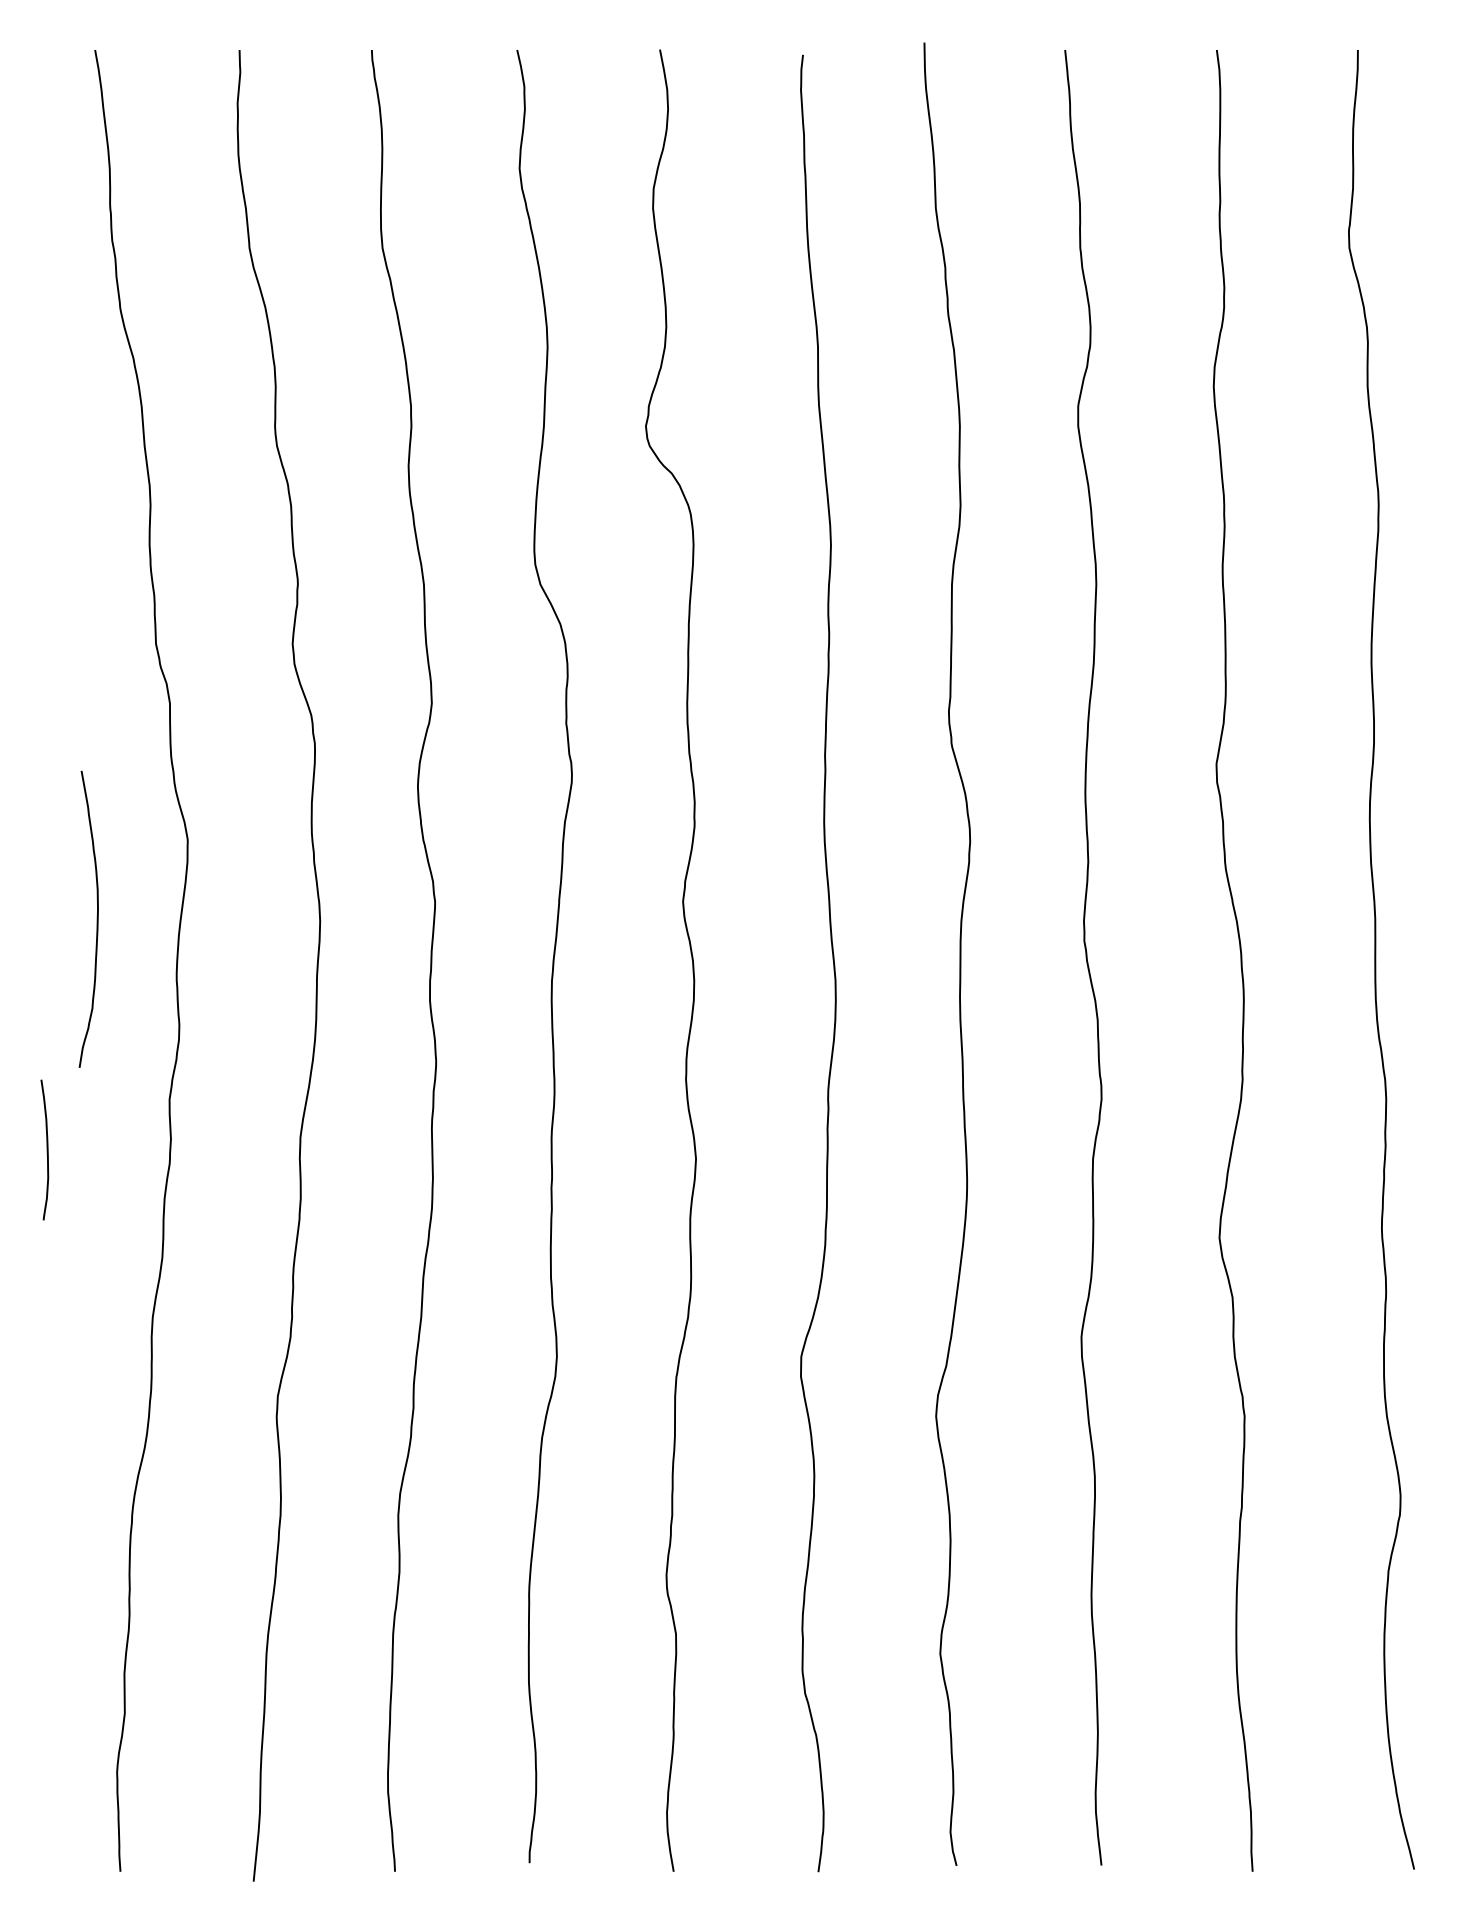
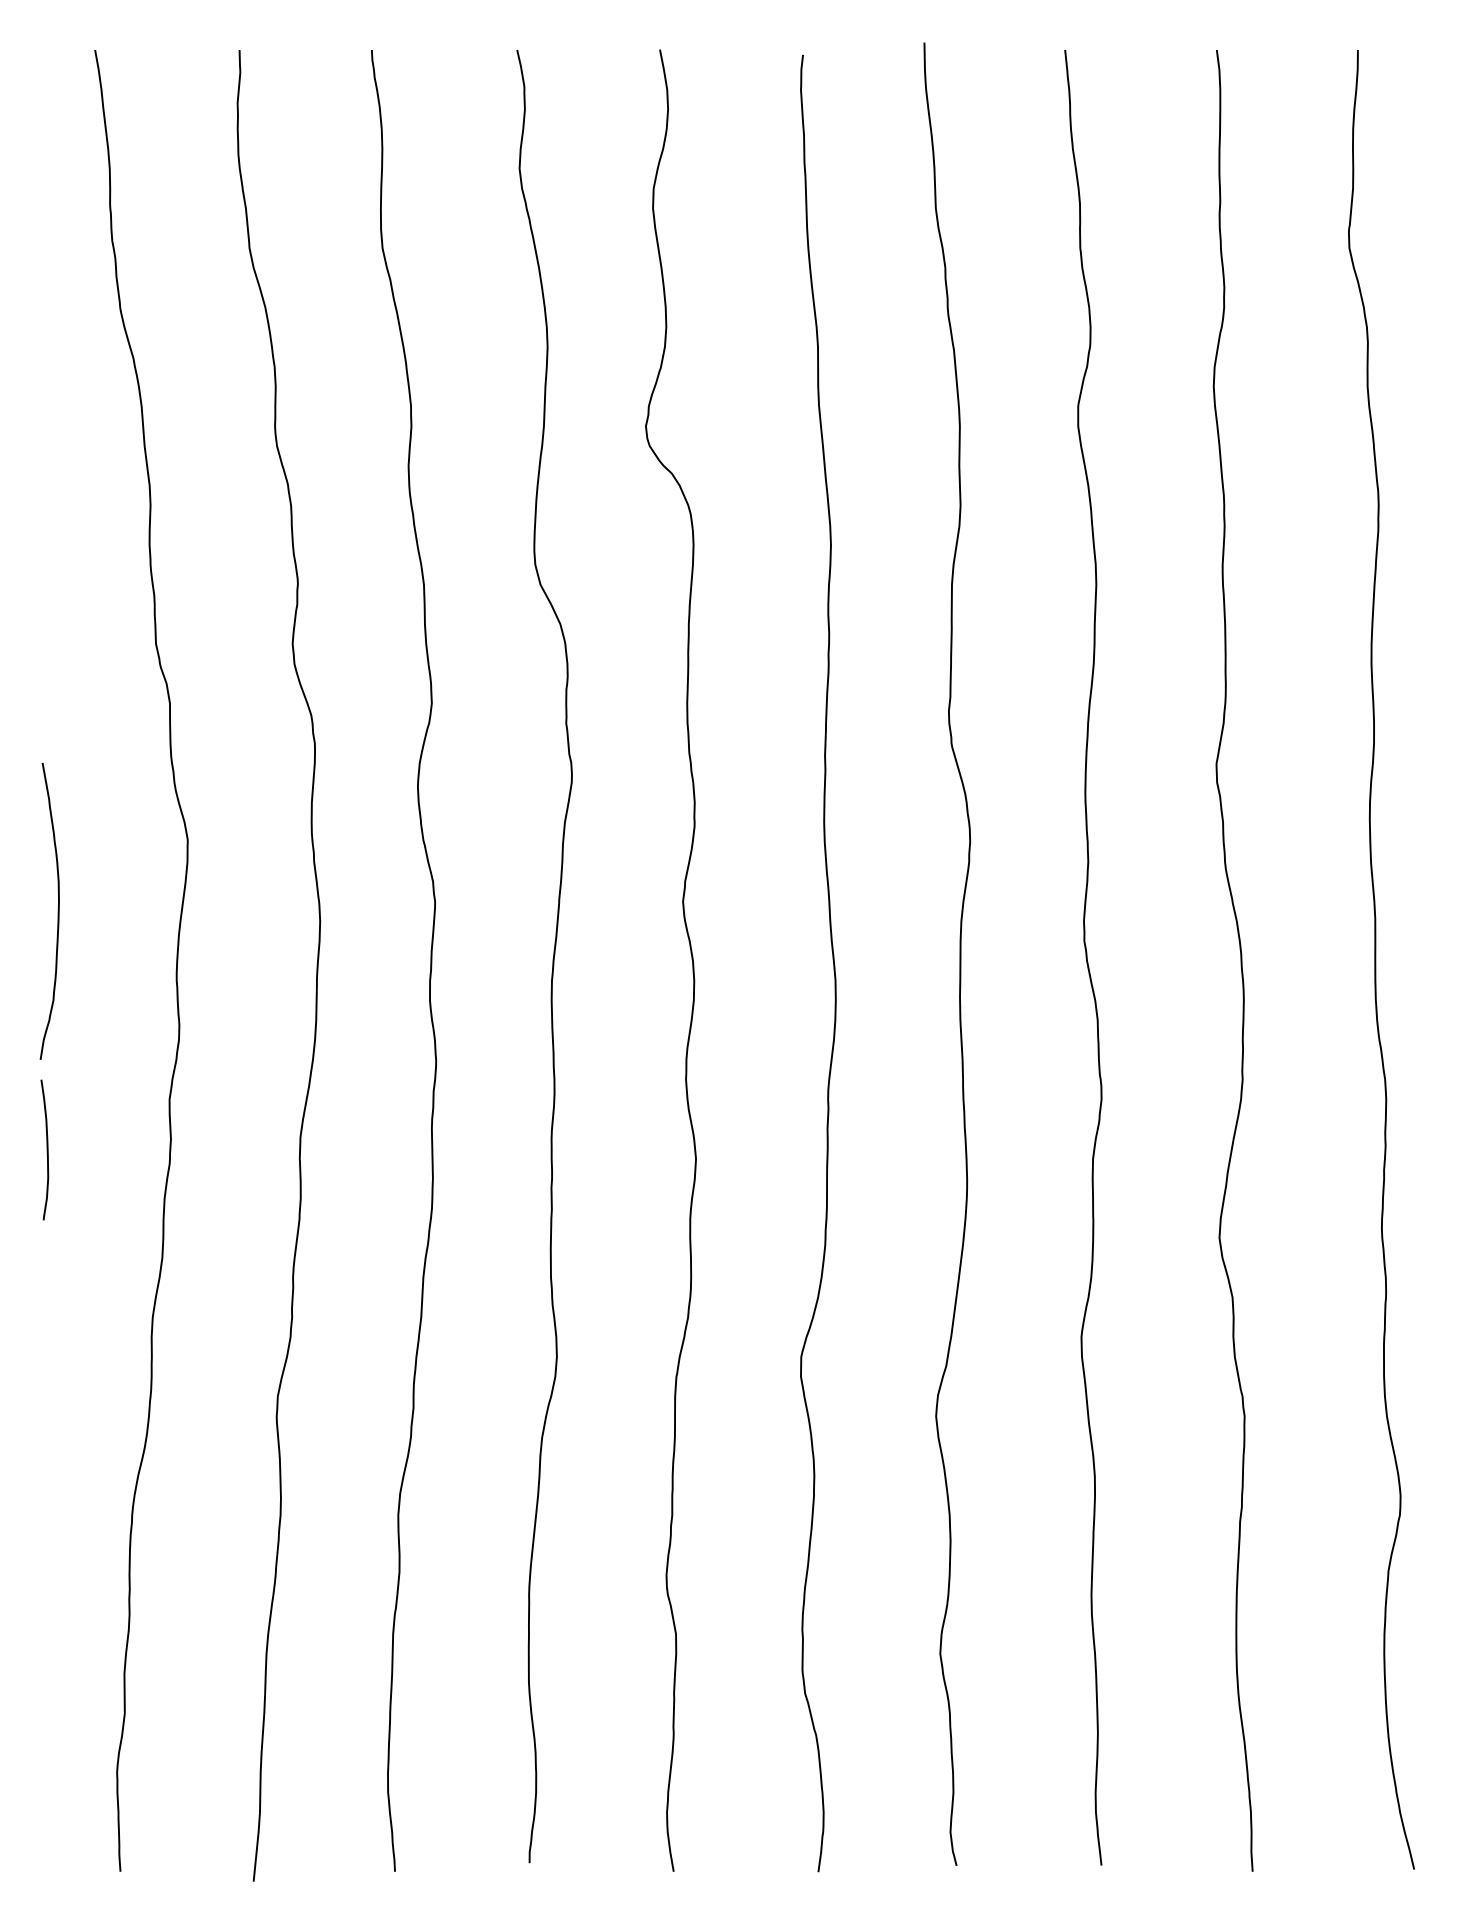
curve at (96, 918) position: (96, 918) -> (57, 910)
